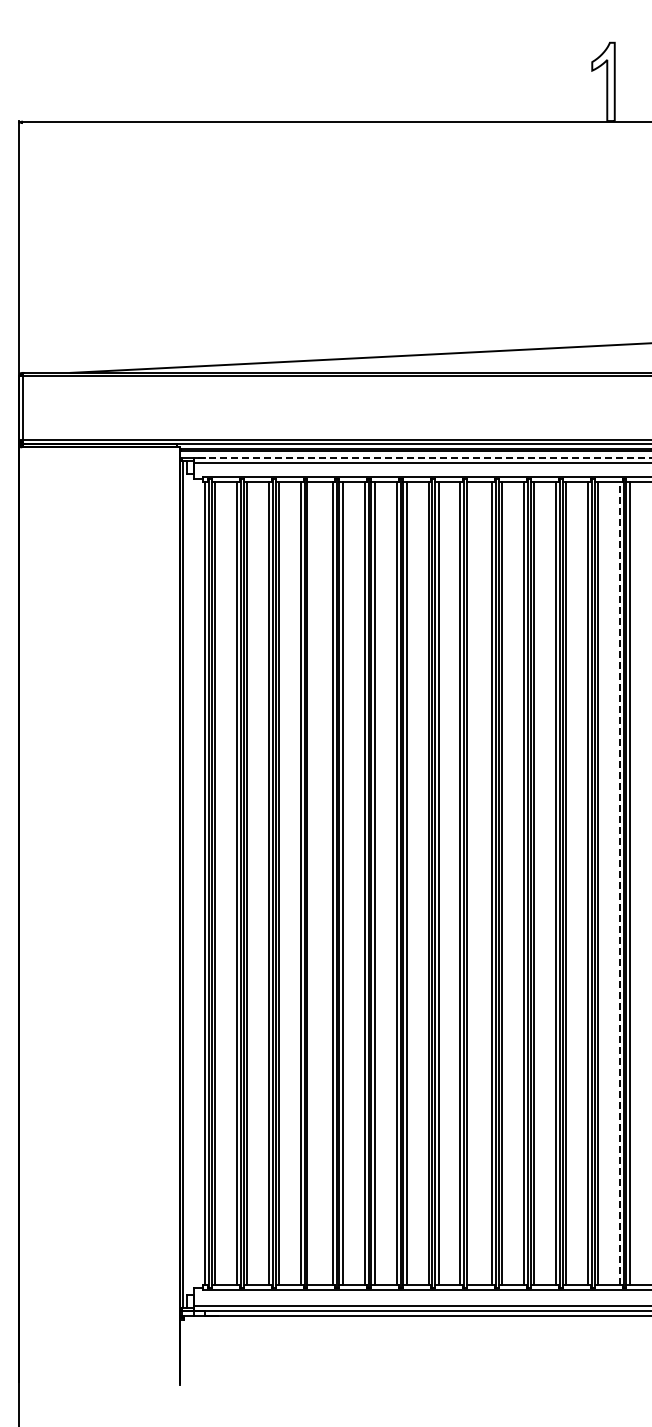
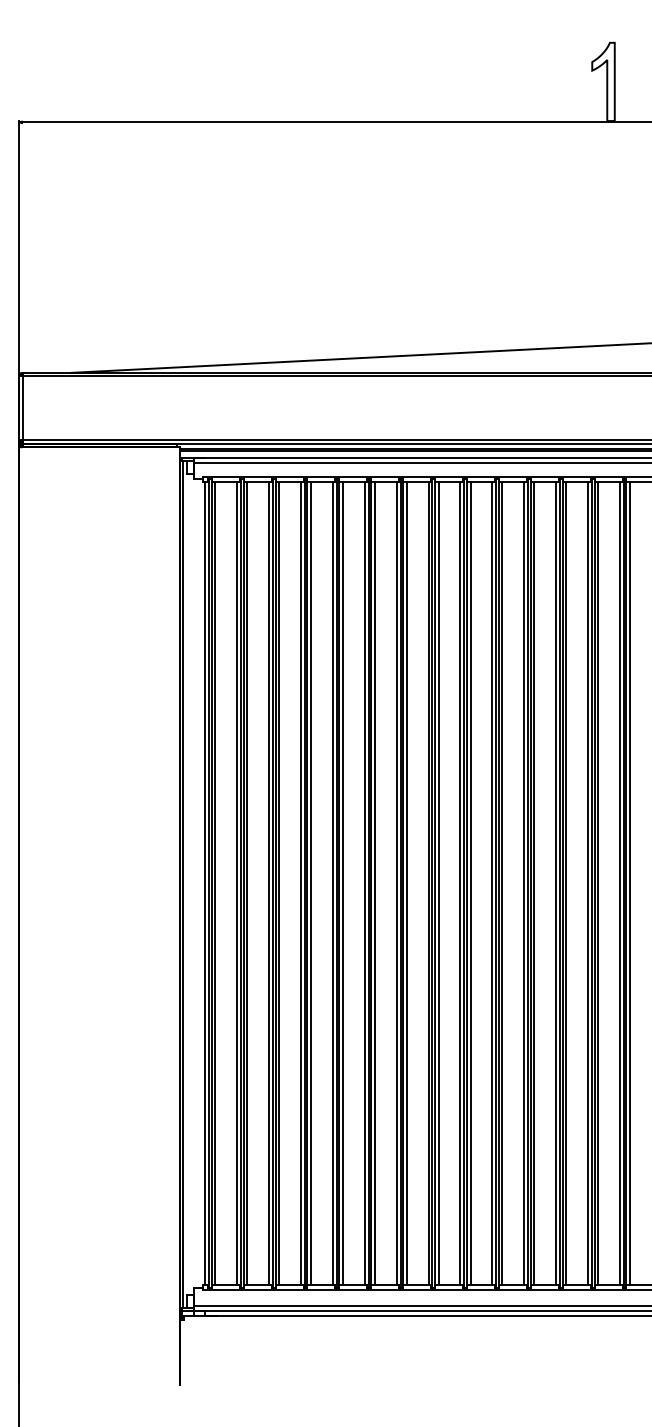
line at (422, 458): dashed -> solid
line at (311, 883): none -> present
line at (470, 883): none -> present
line at (619, 883): dashed -> solid
